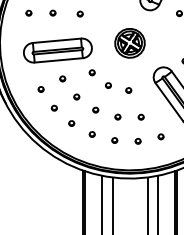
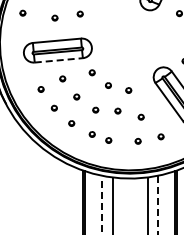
part at (28, 12) position: (28, 12) -> (22, 12)
part at (52, 12) position: (52, 12) -> (54, 17)
part at (129, 43): present -> none
line at (59, 60): solid -> dashed
part at (117, 116) position: (117, 116) -> (117, 110)
part at (114, 140) position: (114, 140) -> (108, 140)
line at (102, 204): solid -> dashed
line at (157, 205): solid -> dashed
